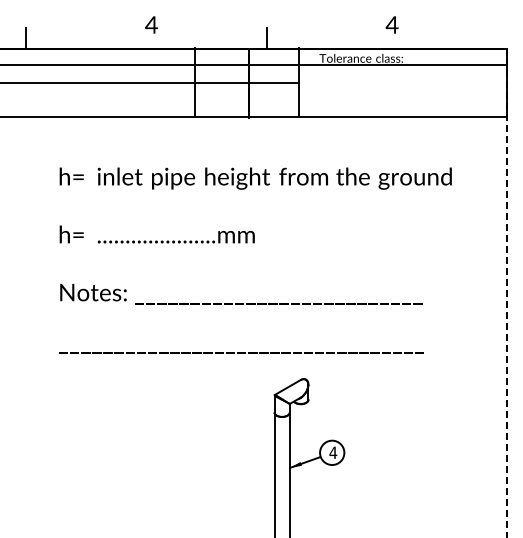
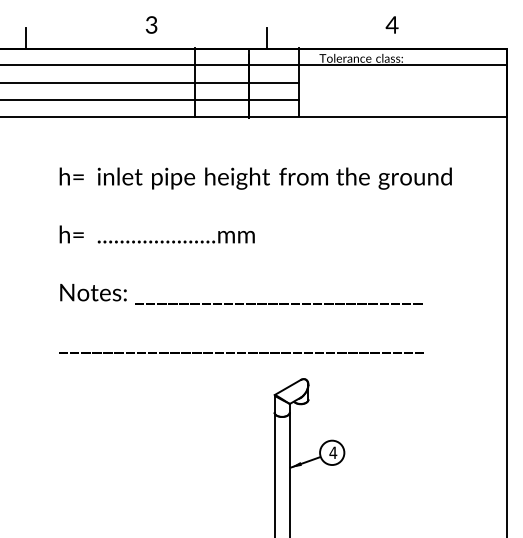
text at (151, 24): 4 -> 3
line at (150, 99): none -> present
line at (507, 292): dashed -> solid
